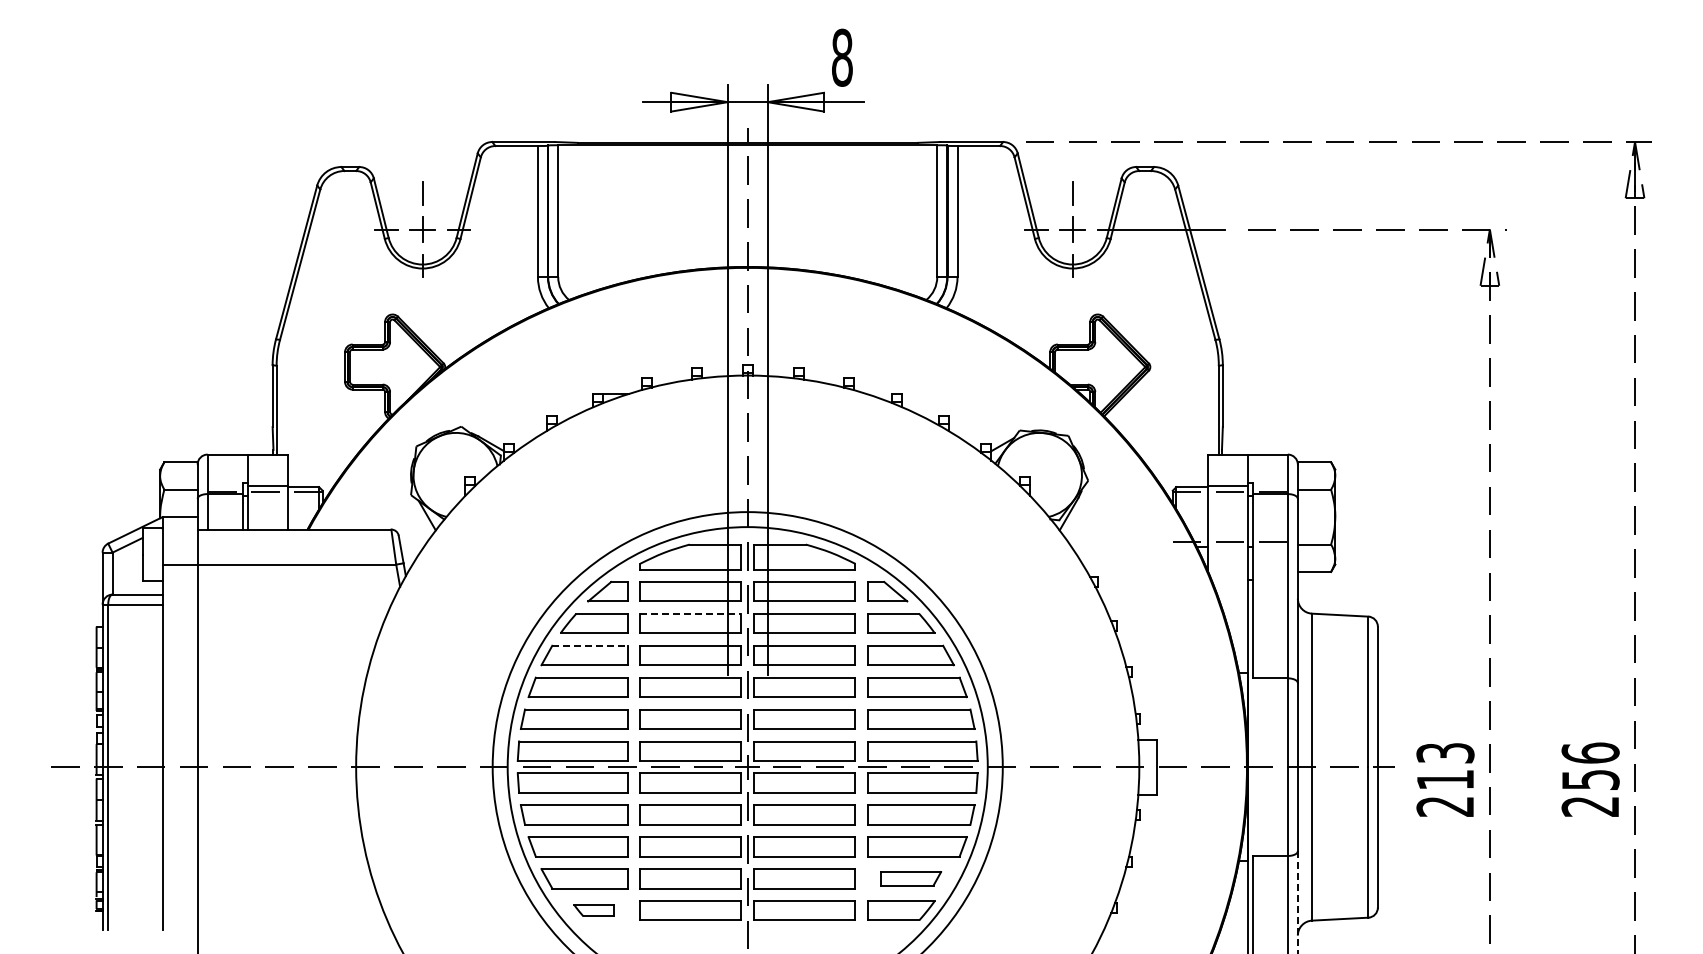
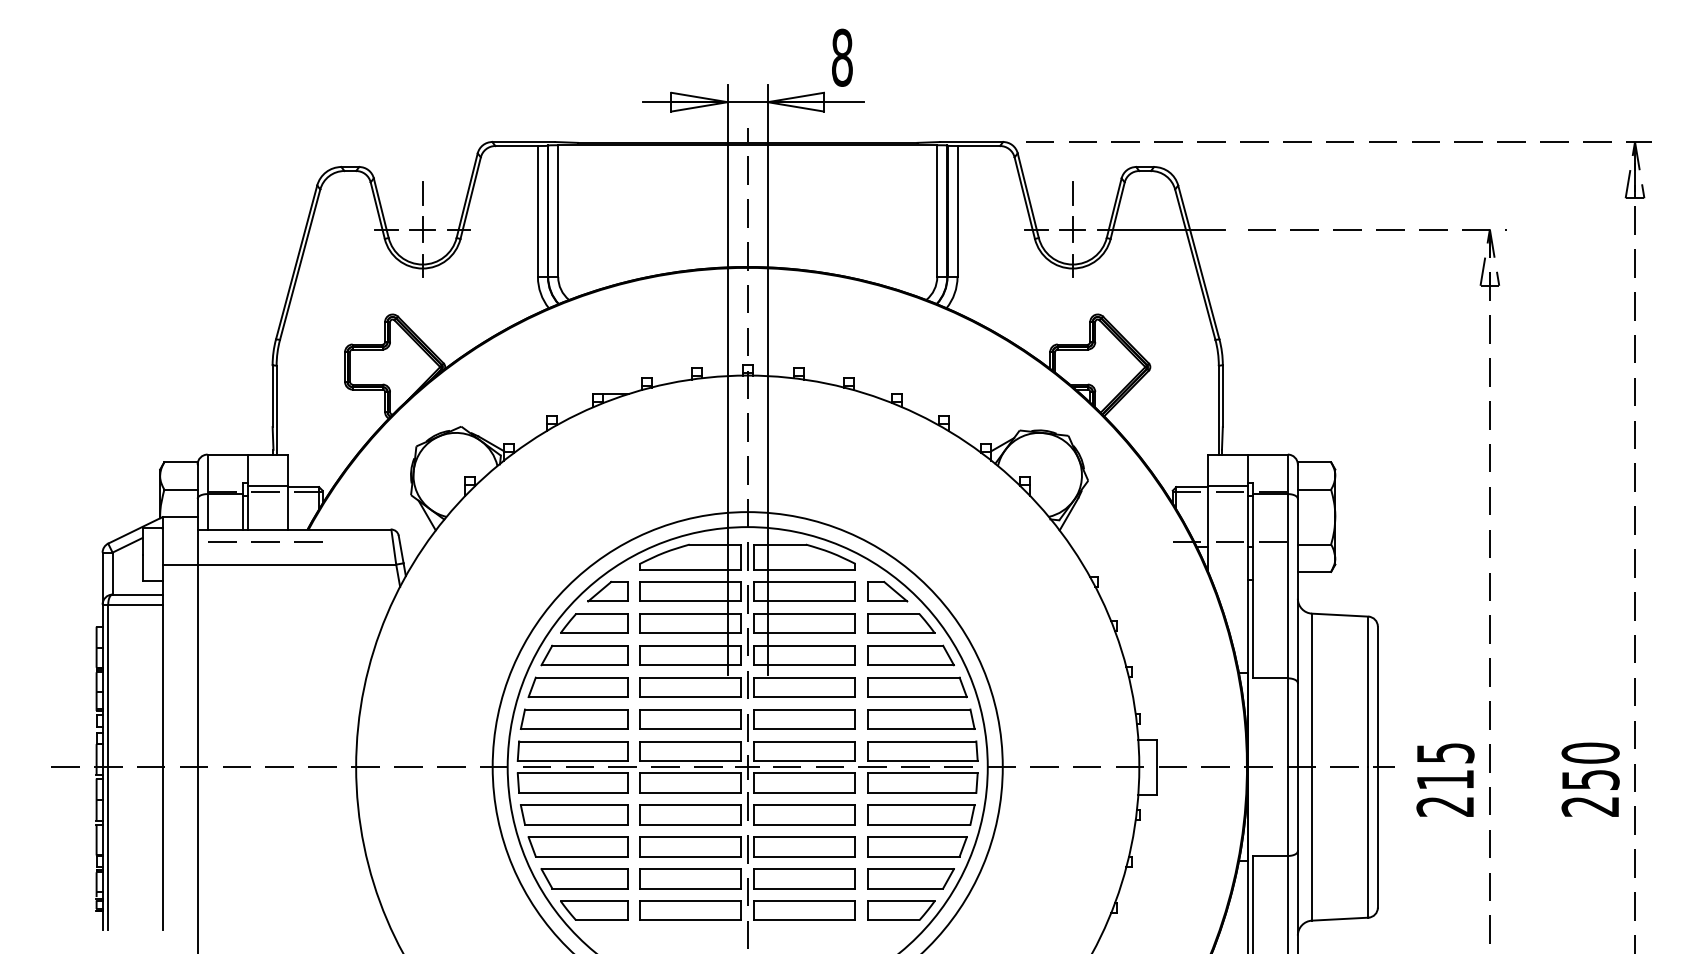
line at (265, 541): none -> present
line at (690, 613): dashed -> solid
line at (589, 645): dashed -> solid
text at (1590, 752): 256 -> 250
text at (1444, 753): 213 -> 215
part at (911, 878) size: 63x16 px -> 88x22 px
line at (1297, 903): dashed -> solid
part at (593, 910) size: 42x13 px -> 69x21 px
